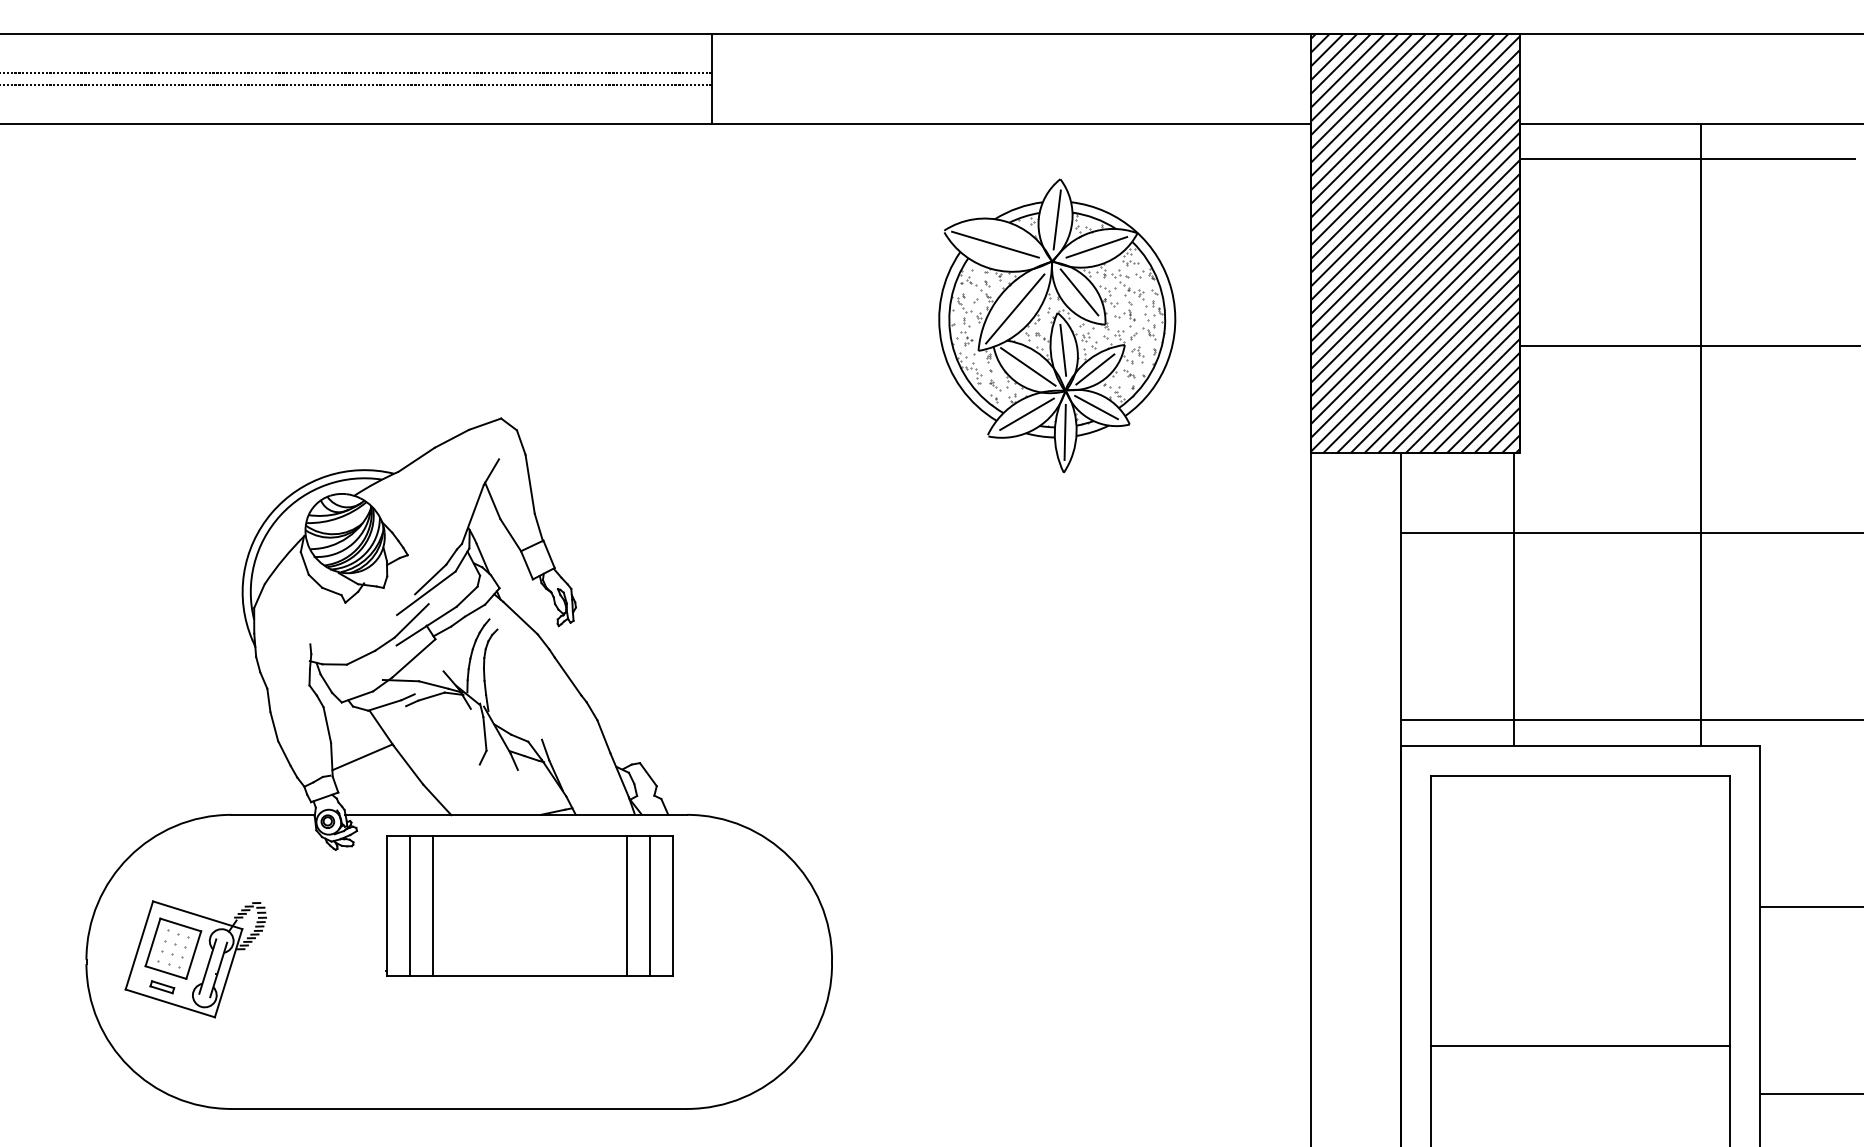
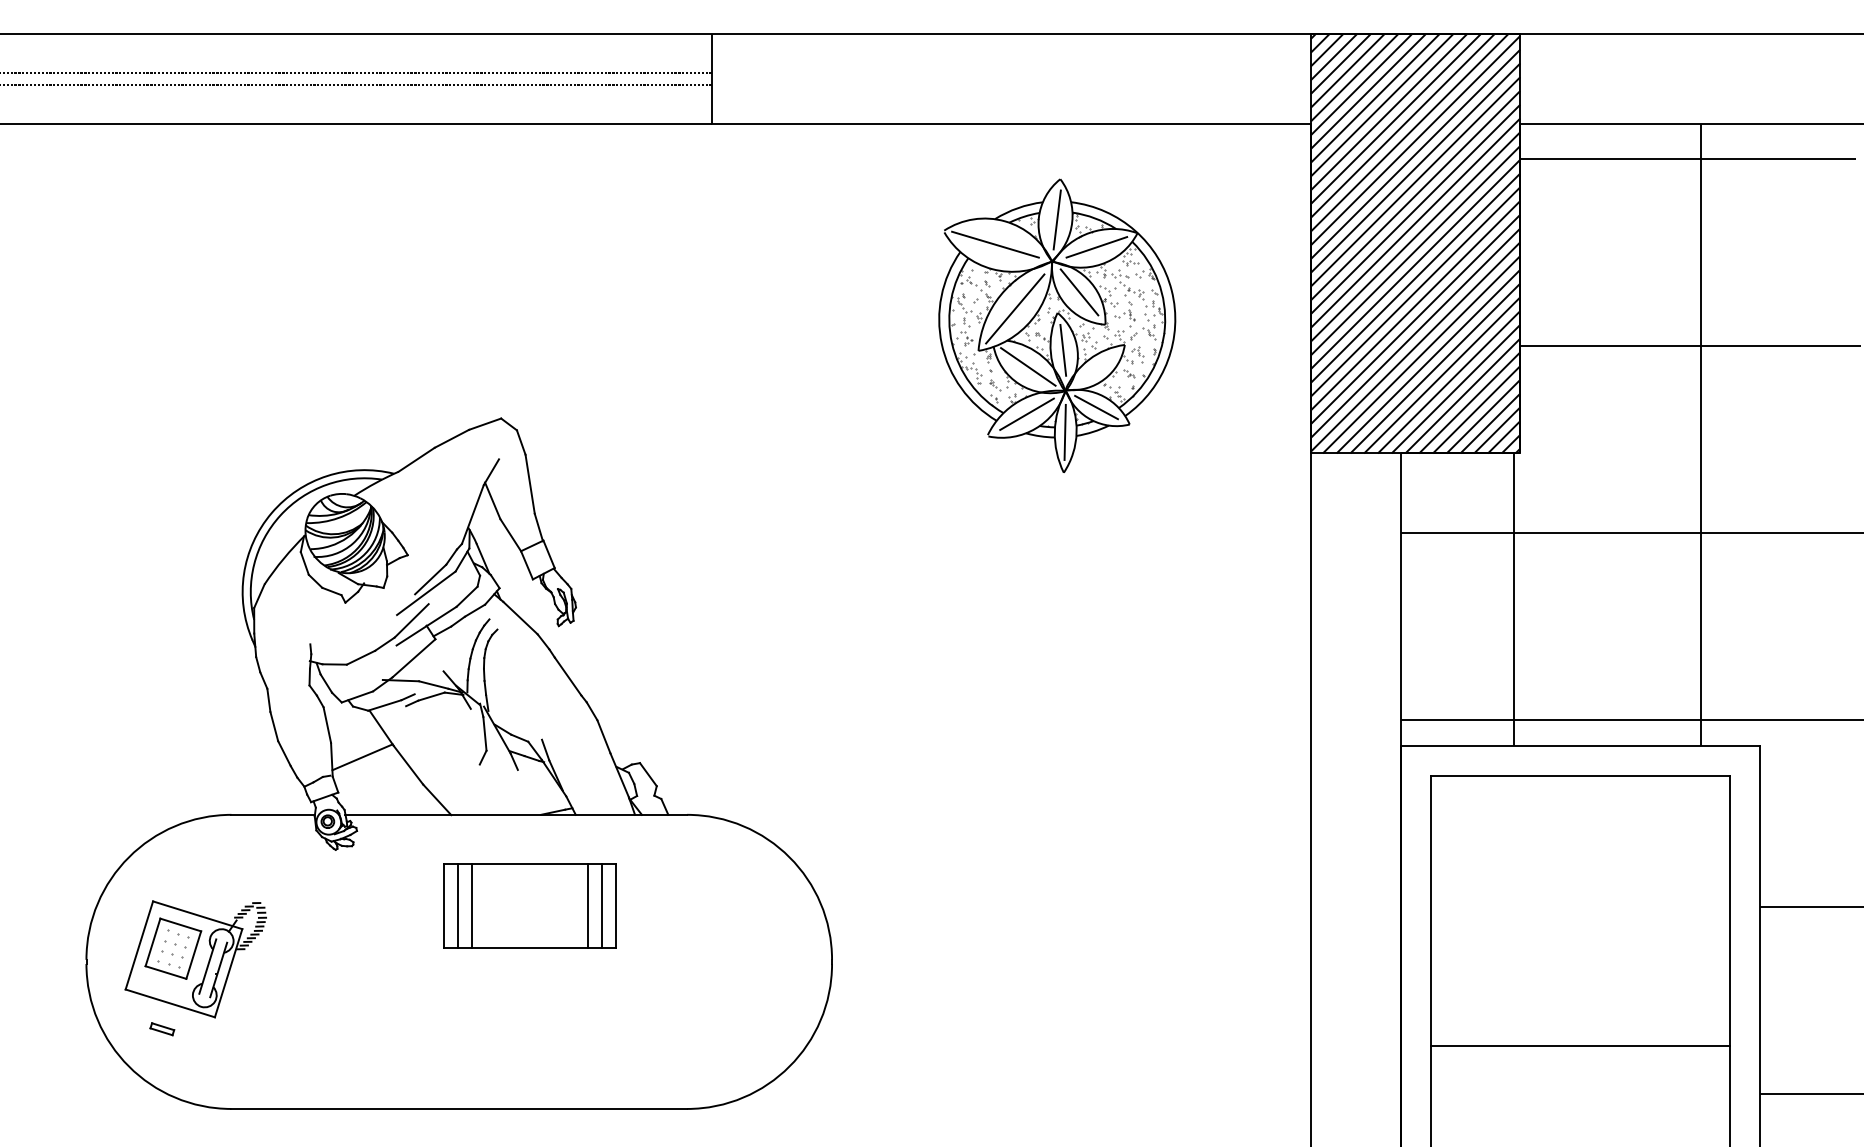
line at (1095, 369): present -> none
part at (529, 905) size: 289x142 px -> 174x86 px
part at (162, 987) position: (162, 987) -> (162, 1029)
